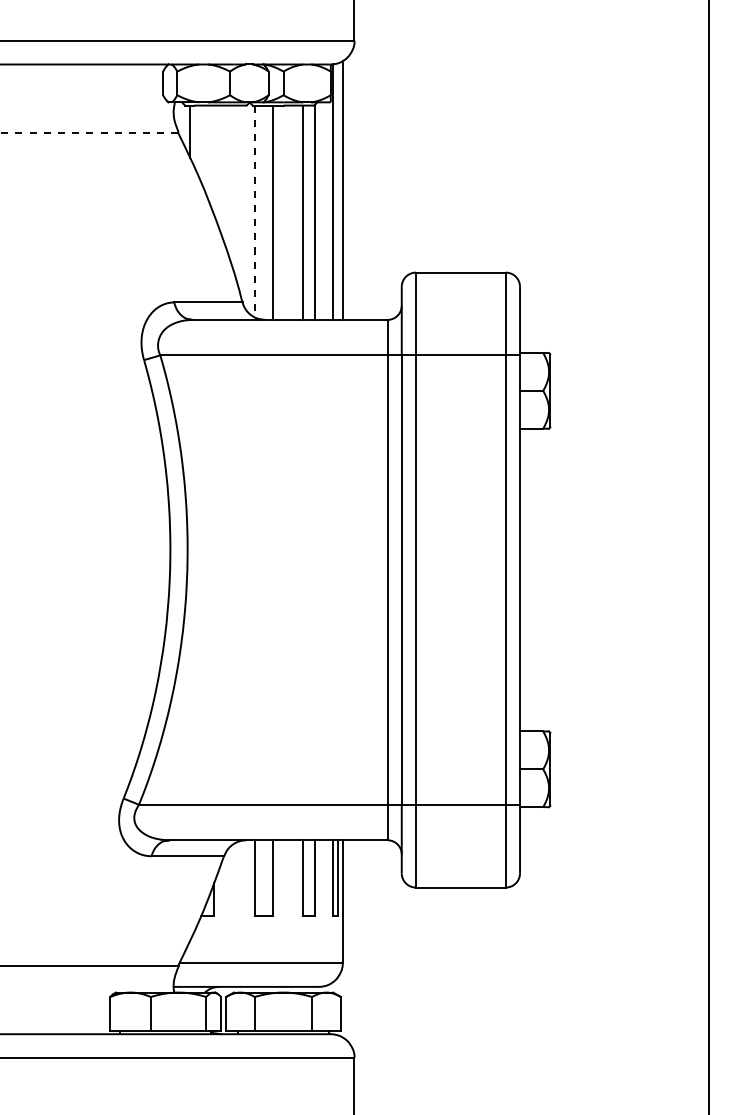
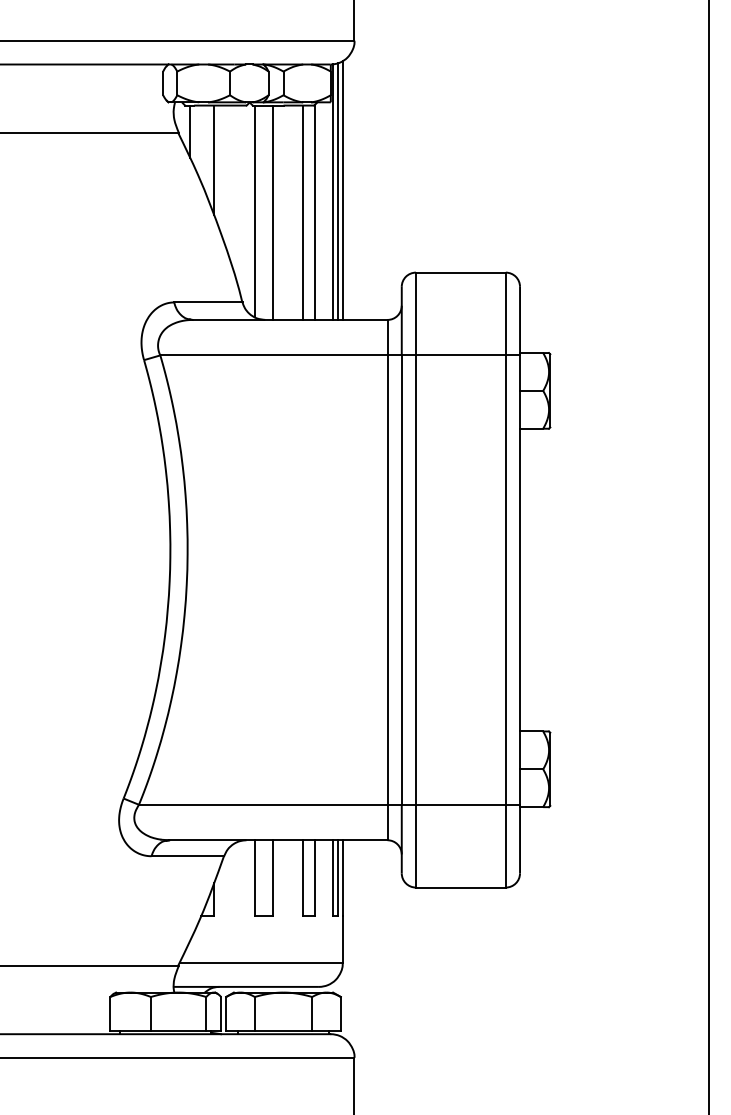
line at (89, 132): dashed -> solid
line at (213, 160): none -> present
line at (338, 191): none -> present
line at (254, 211): dashed -> solid
